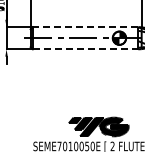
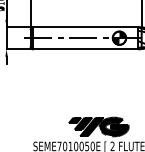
line at (85, 27): dashed -> solid
line at (85, 49): dashed -> solid
